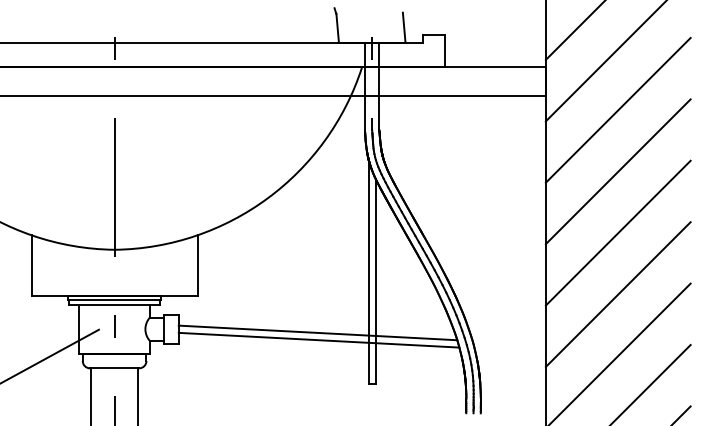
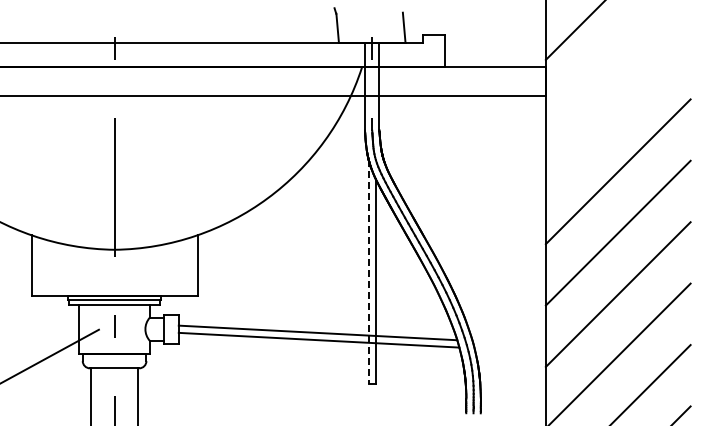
line at (605, 61): present -> none
line at (617, 109): present -> none
line at (368, 272): solid -> dashed
